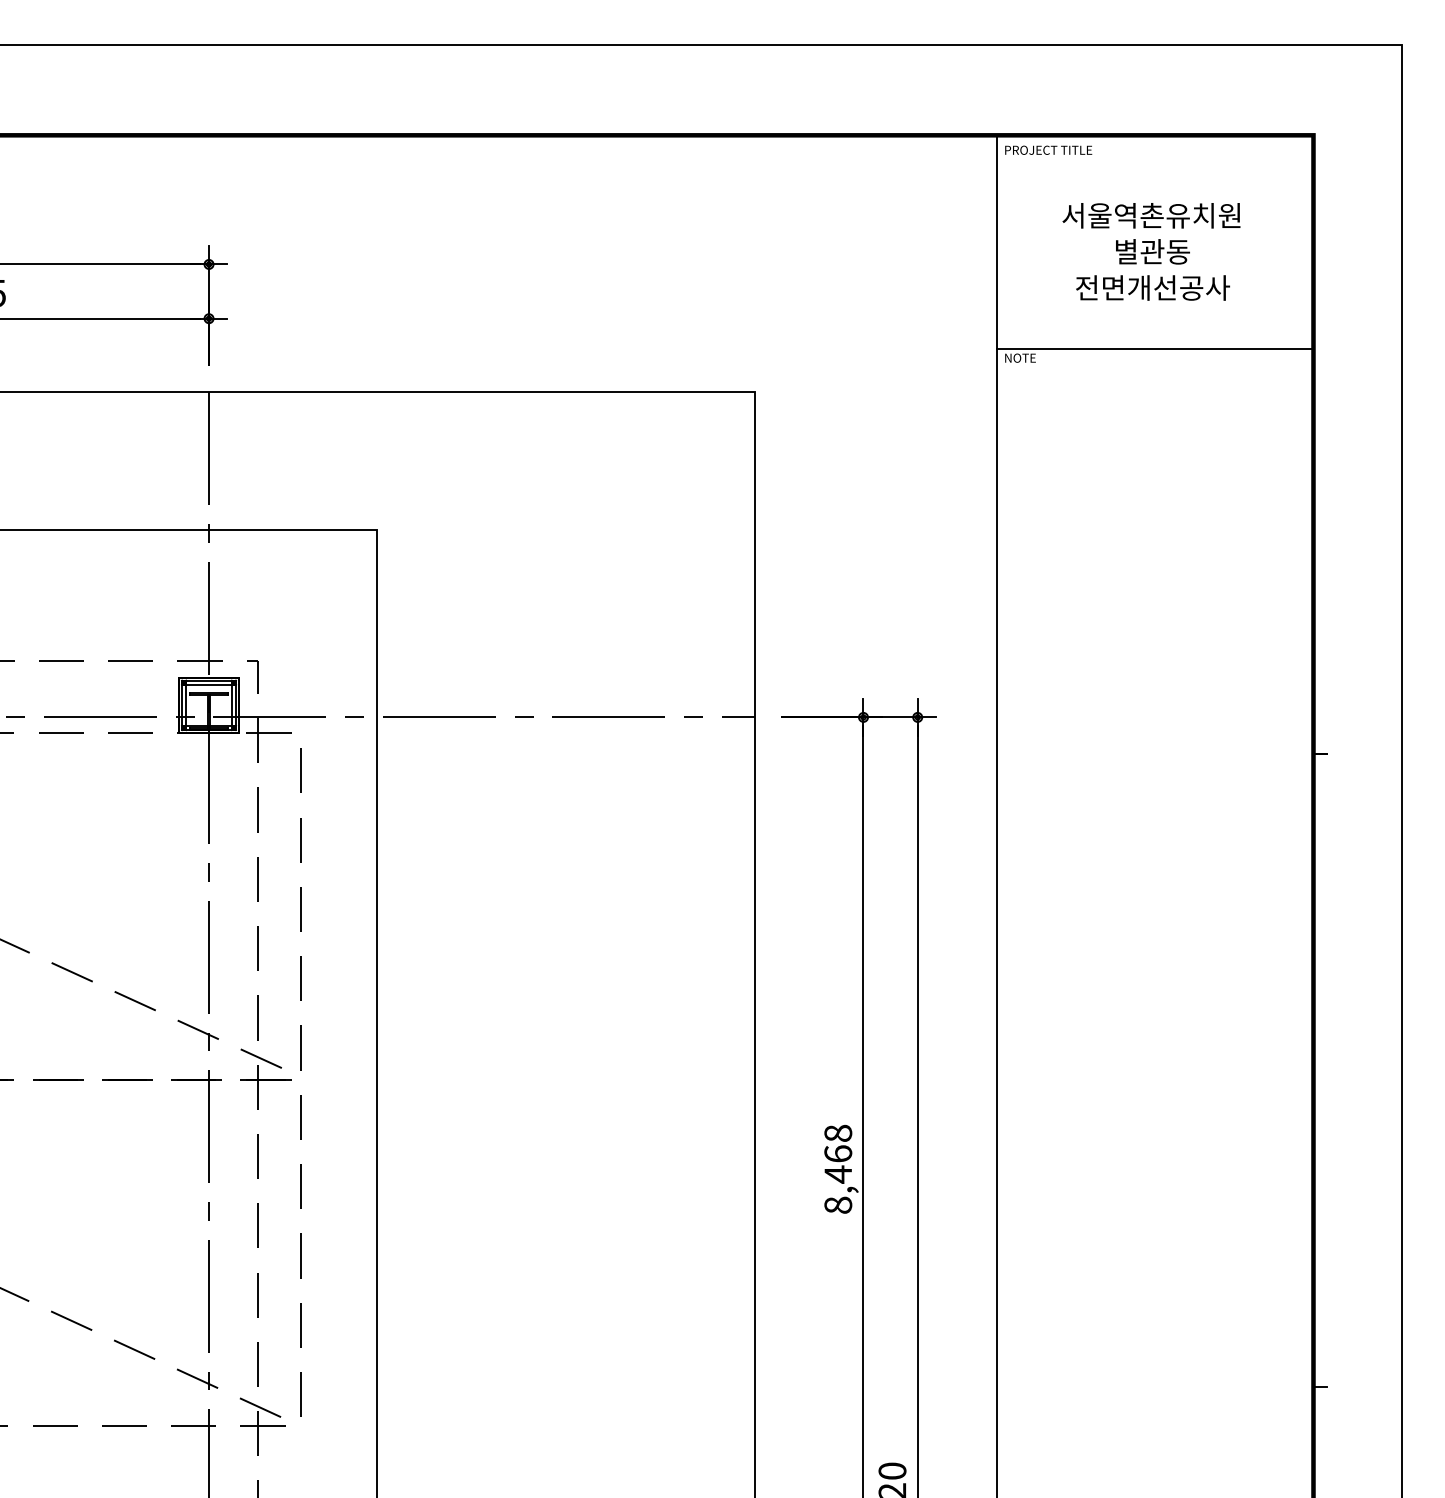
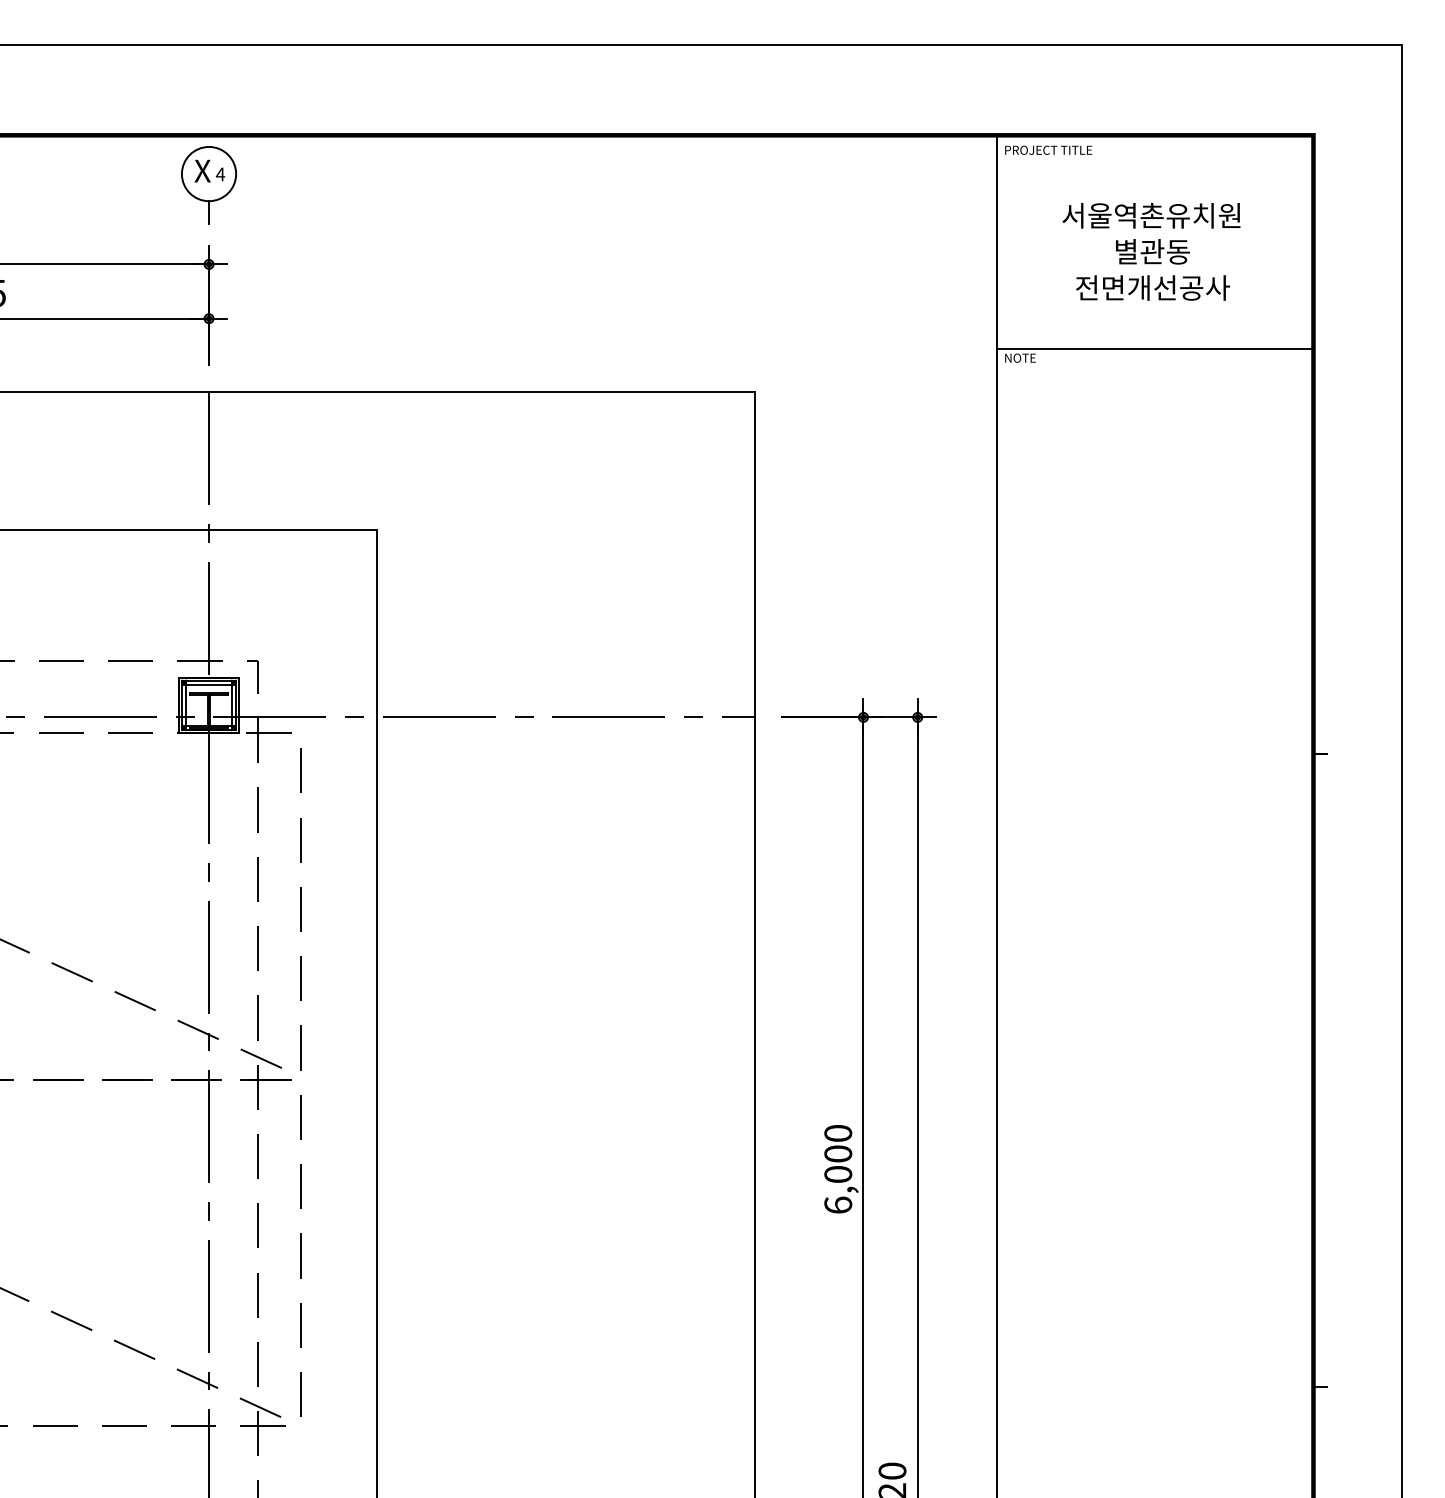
part at (208, 185): none -> present
text at (838, 1168): 8,468 -> 6,000
